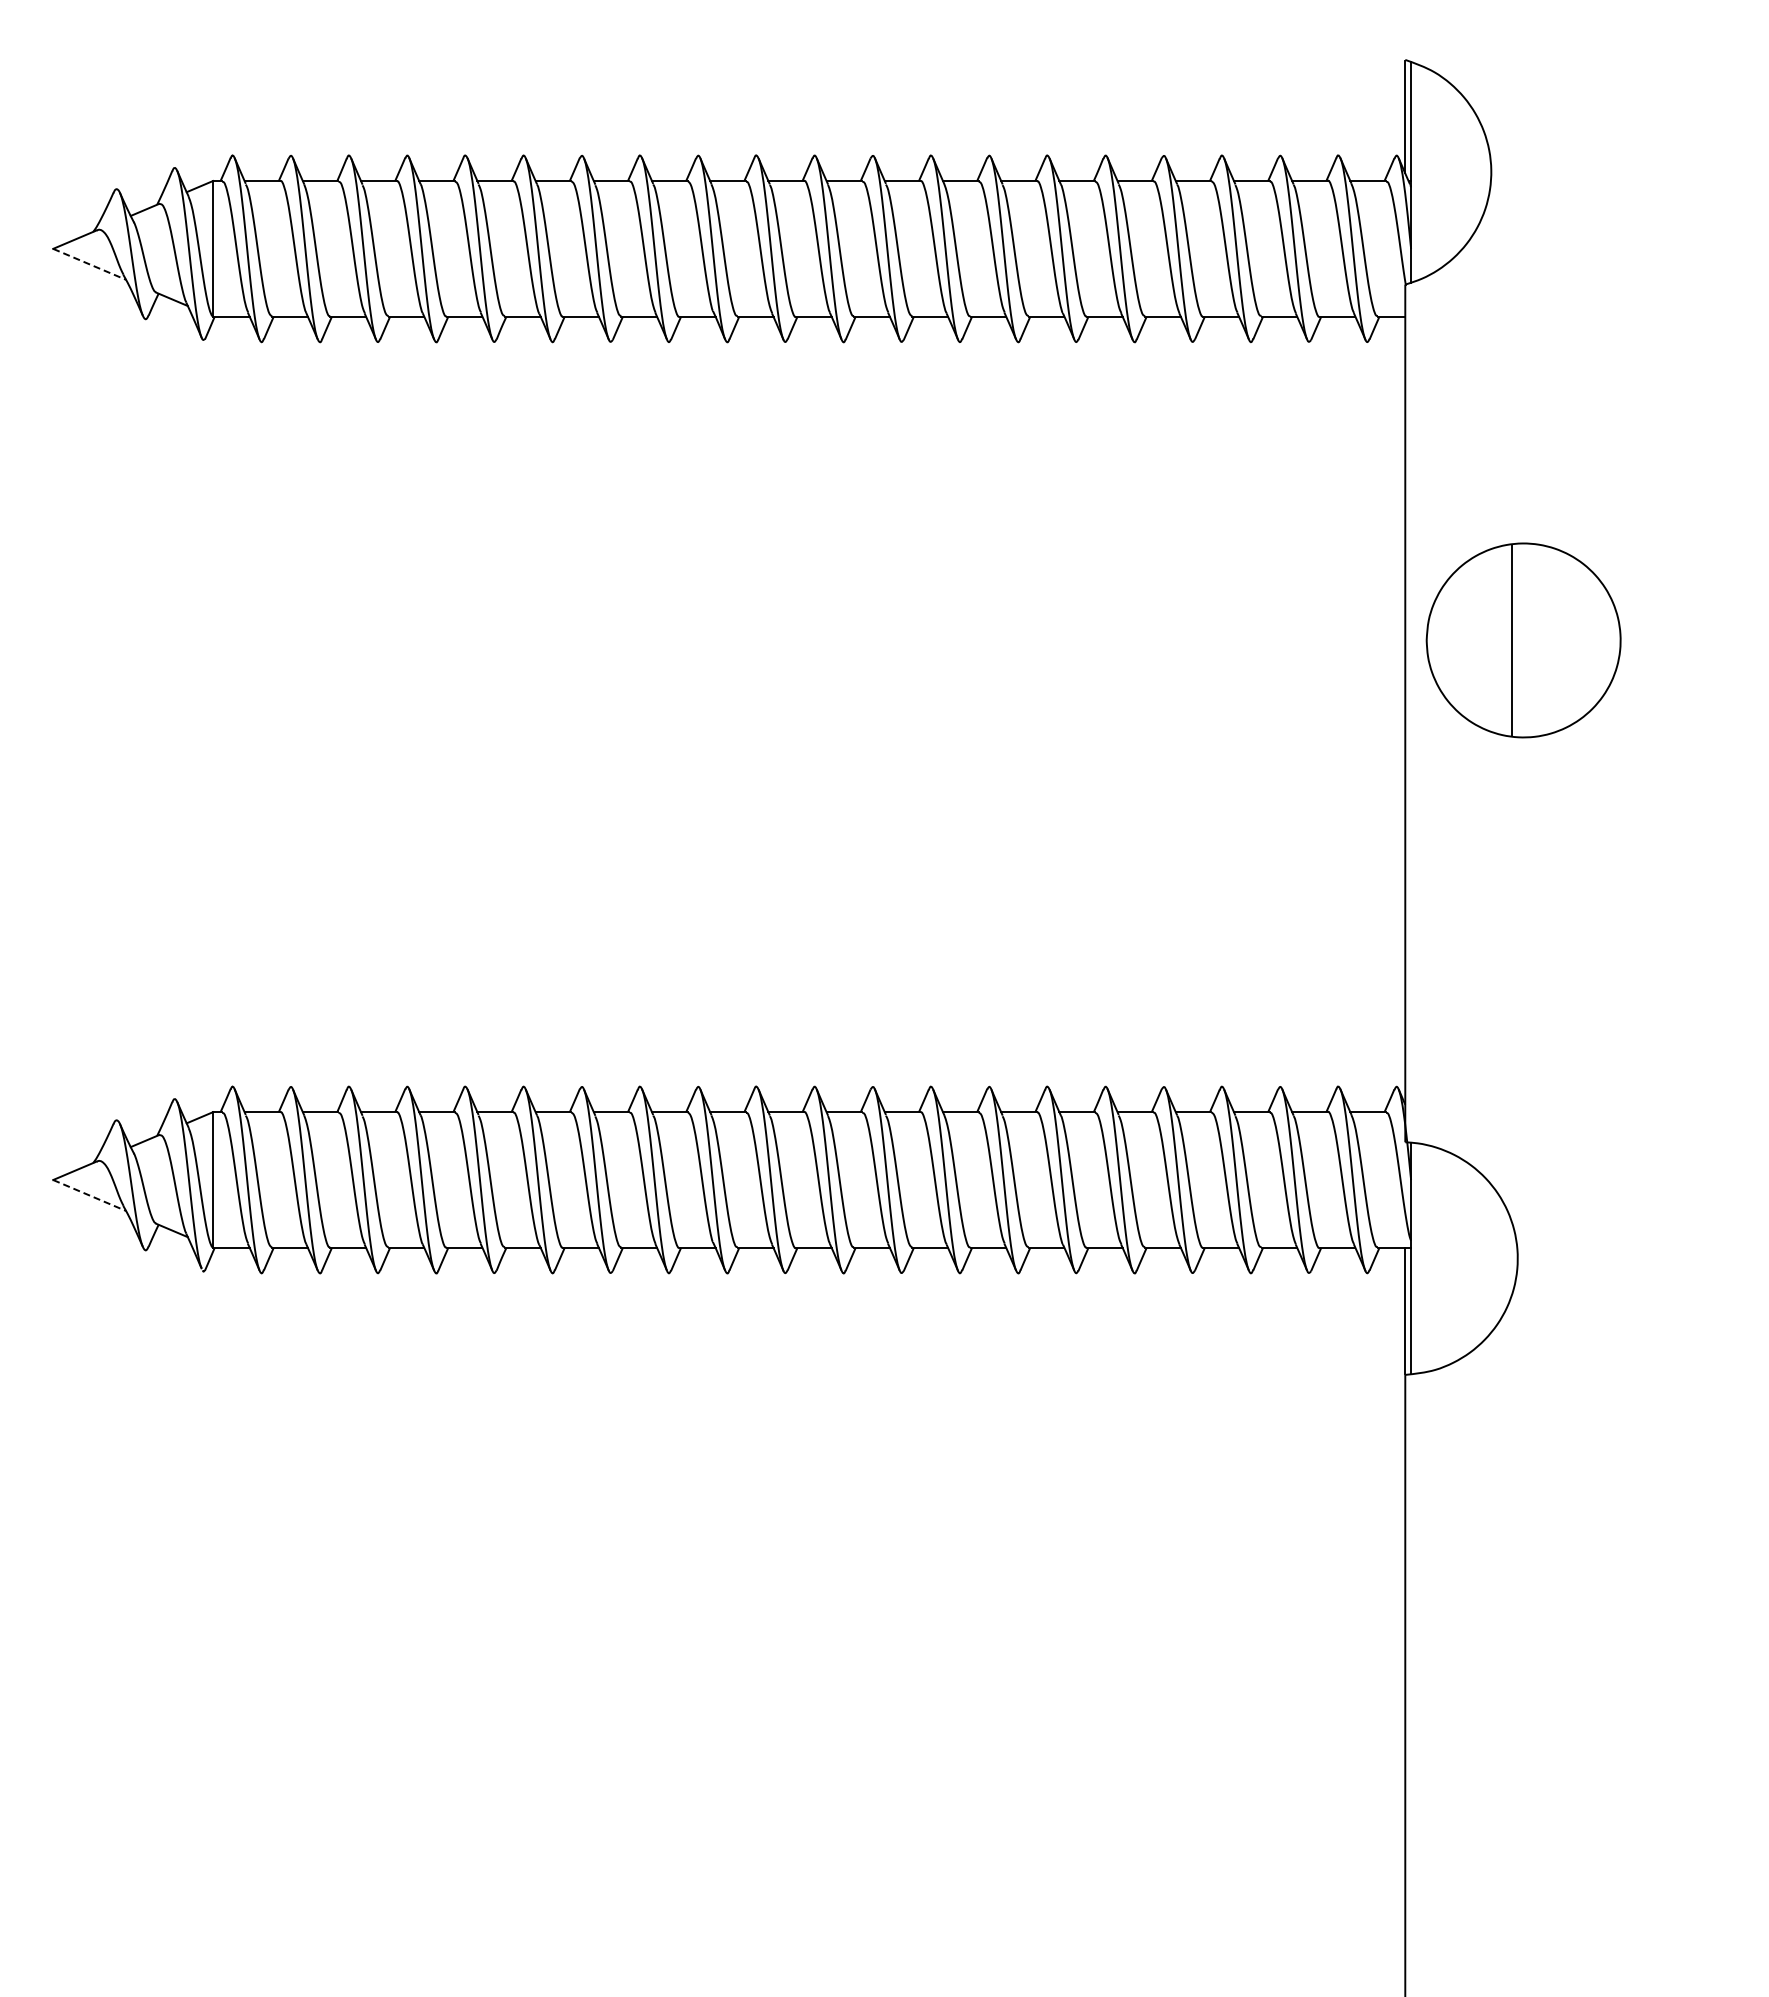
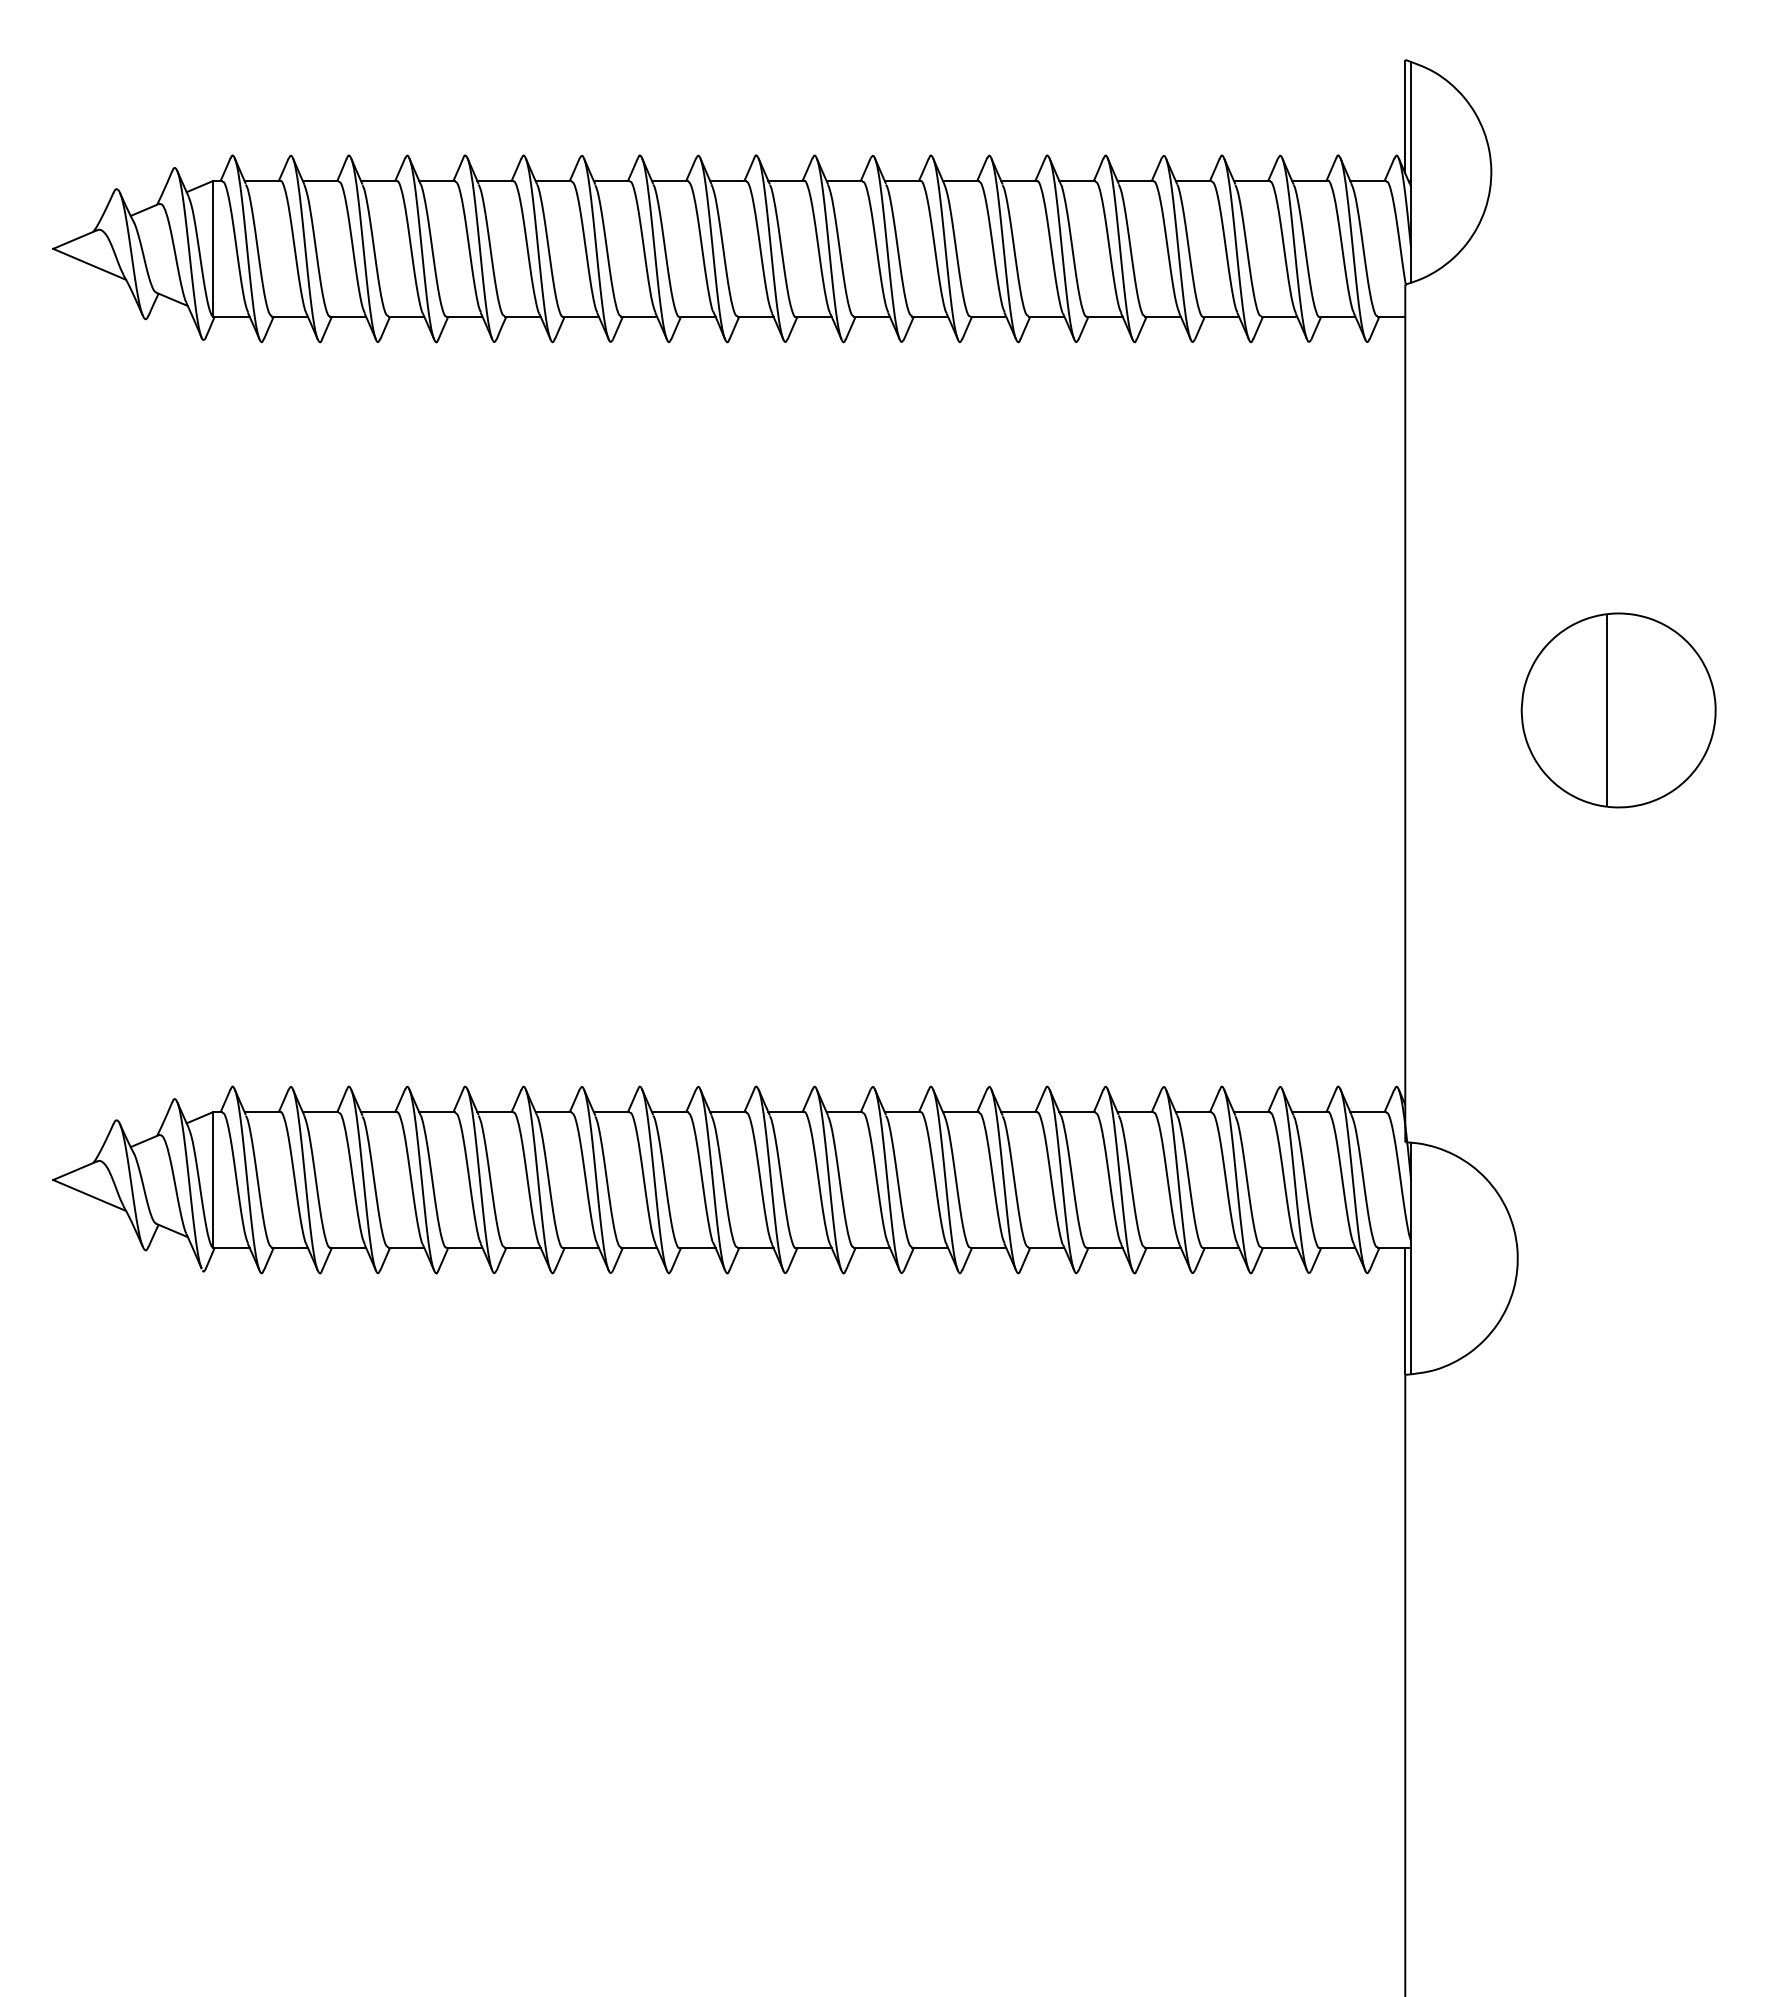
line at (89, 264): dashed -> solid
part at (1523, 640) position: (1523, 640) -> (1618, 710)
line at (89, 1195): dashed -> solid
